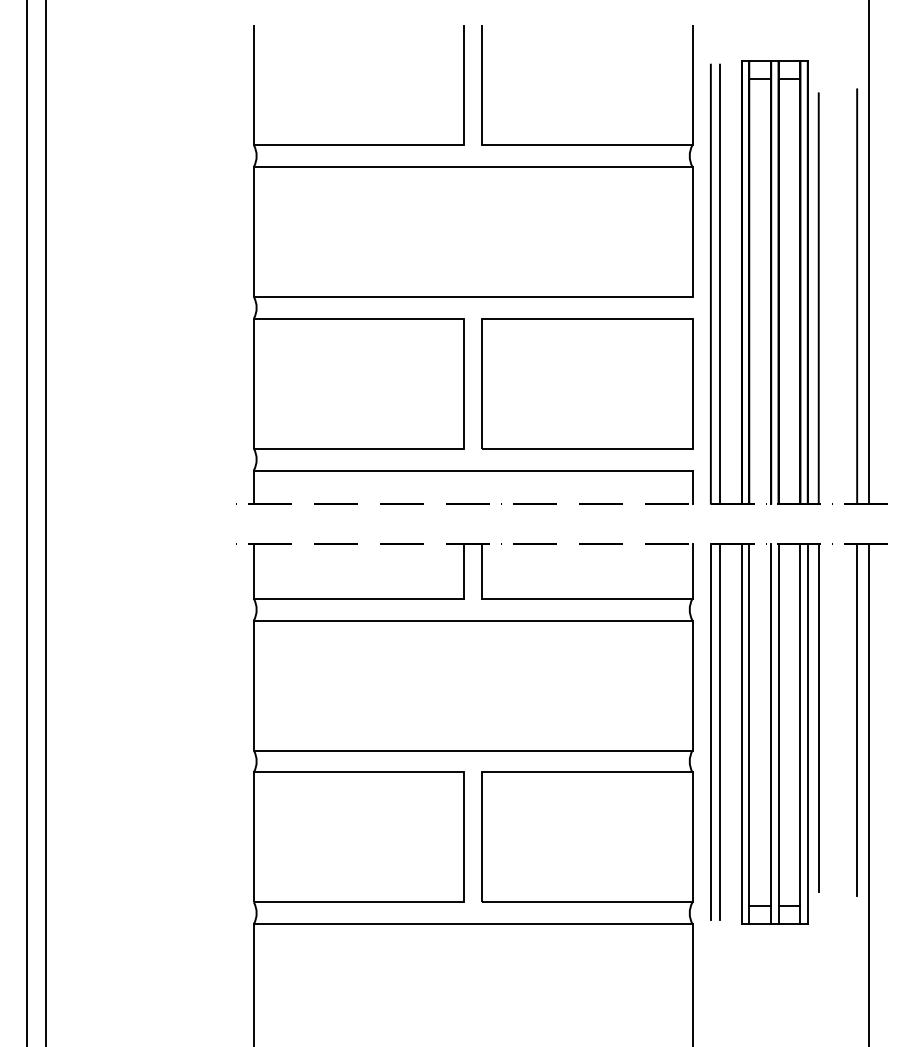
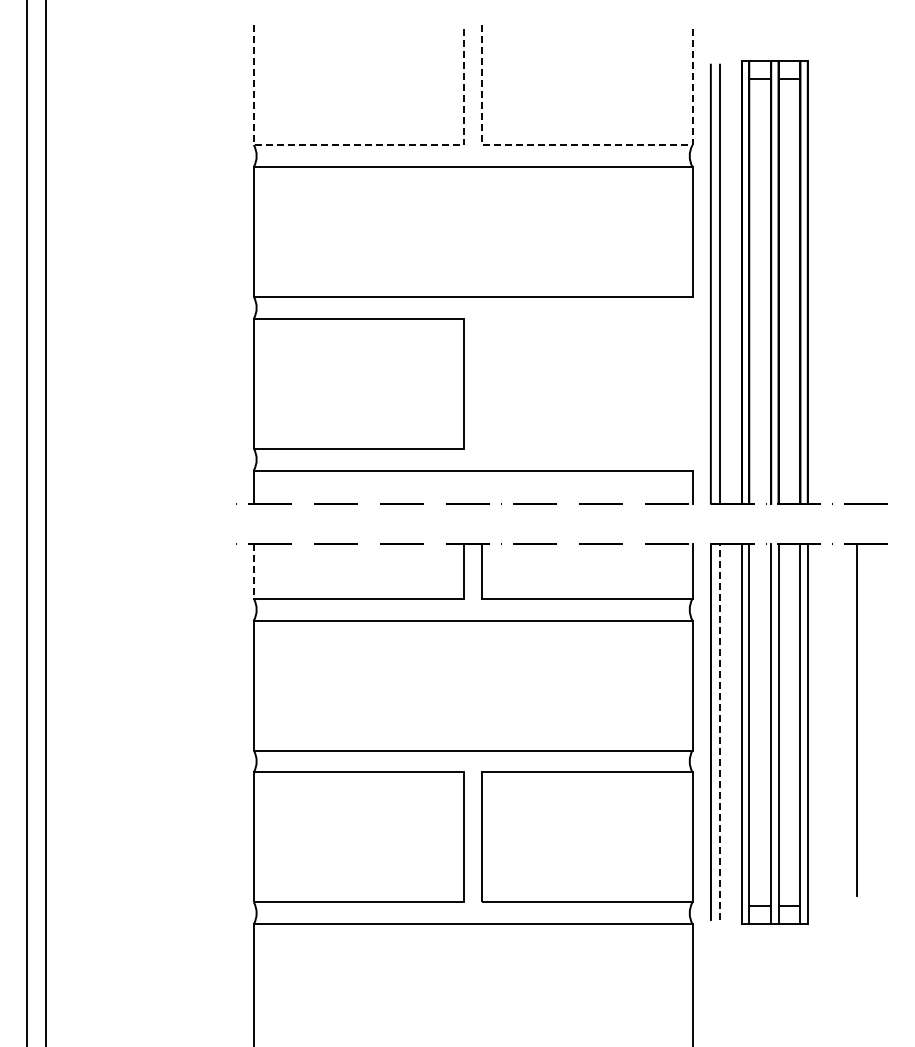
line at (359, 145): solid -> dashed
line at (587, 145): solid -> dashed
line at (869, 252): present -> none
line at (857, 296): present -> none
line at (818, 298): present -> none
part at (587, 383): present -> none
line at (253, 571): solid -> dashed
line at (818, 717): present -> none
line at (720, 731): solid -> dashed
line at (869, 793): present -> none
